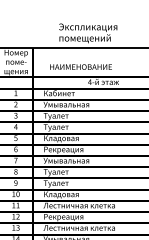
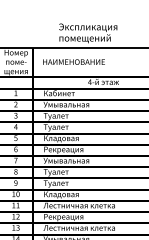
text at (80, 66) position: (80, 66) -> (73, 61)
